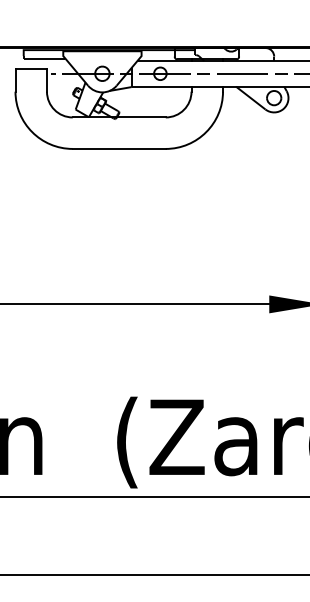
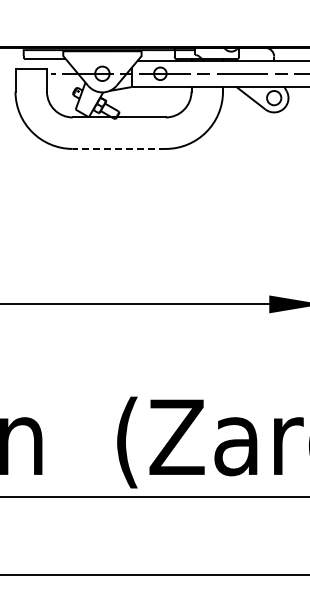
line at (119, 148): solid -> dashed
